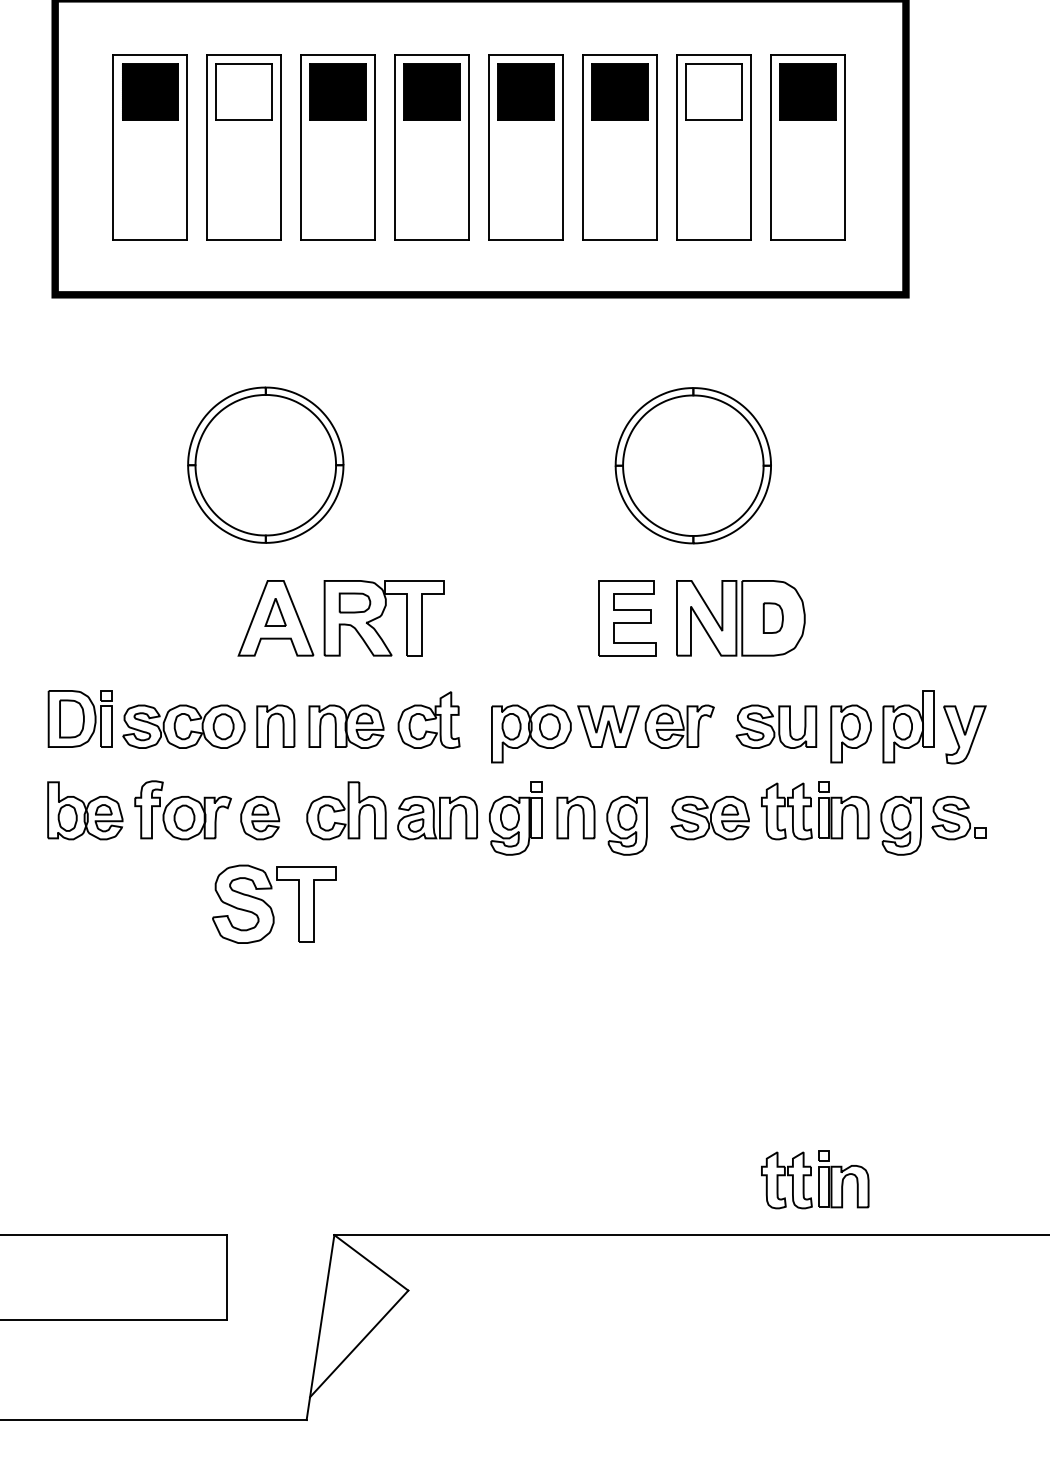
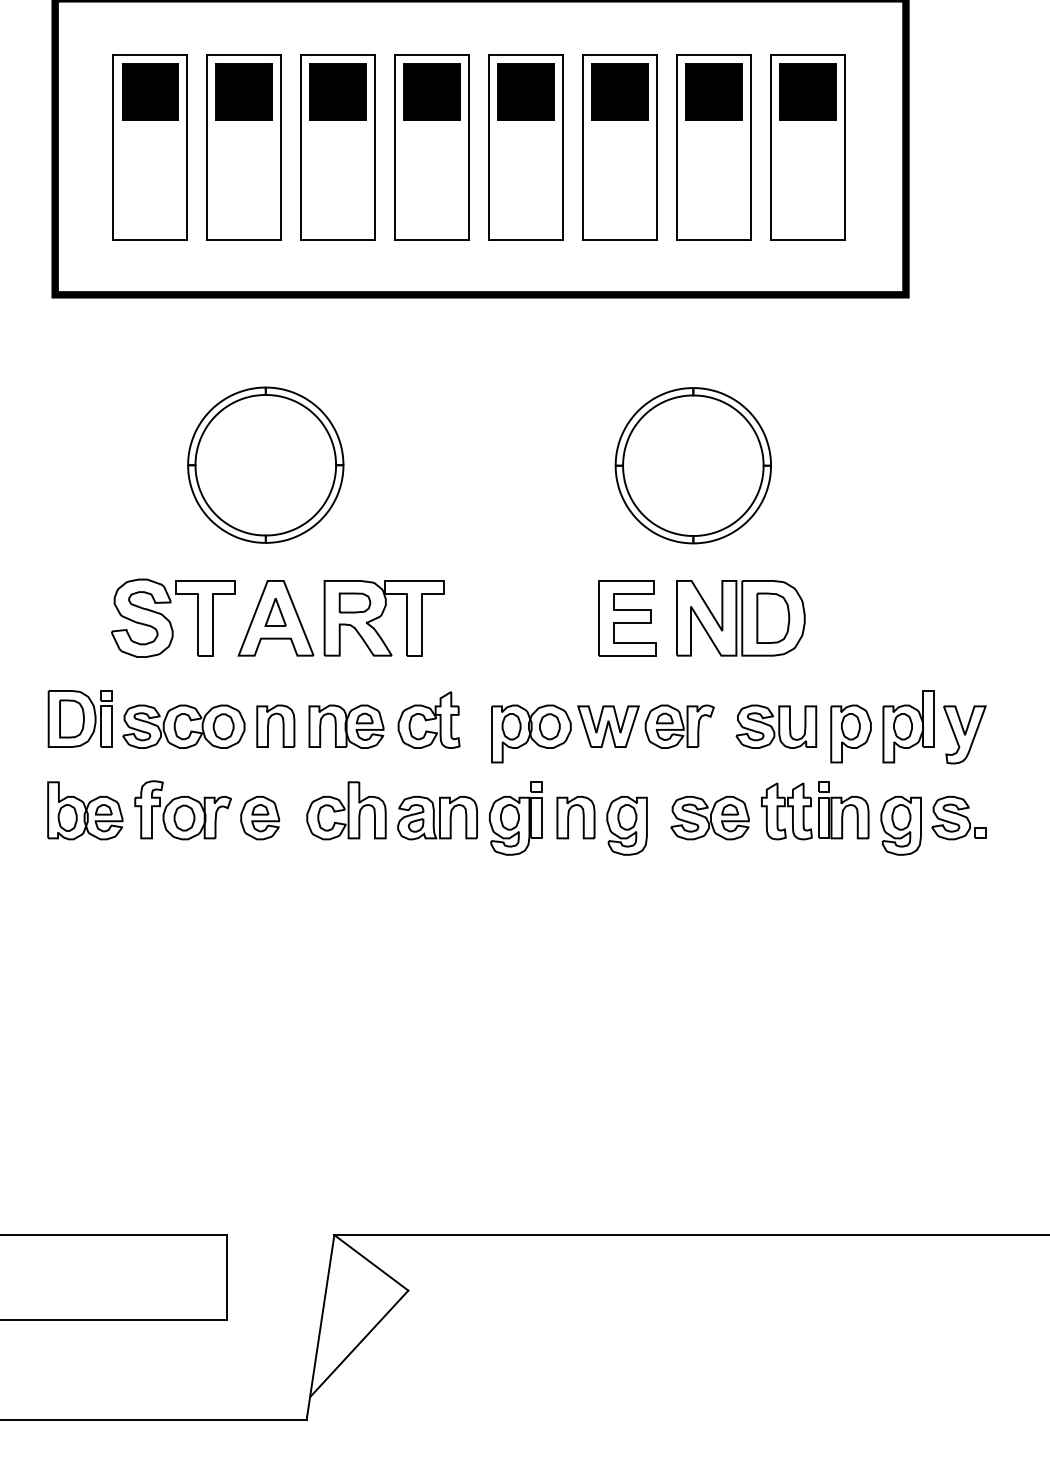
hatch at (243, 91): none -> present
hatch at (713, 91): none -> present
part at (772, 617) size: 22x32 px -> 35x52 px
part at (274, 903) position: (274, 903) -> (173, 617)
part at (815, 1179): present -> none
